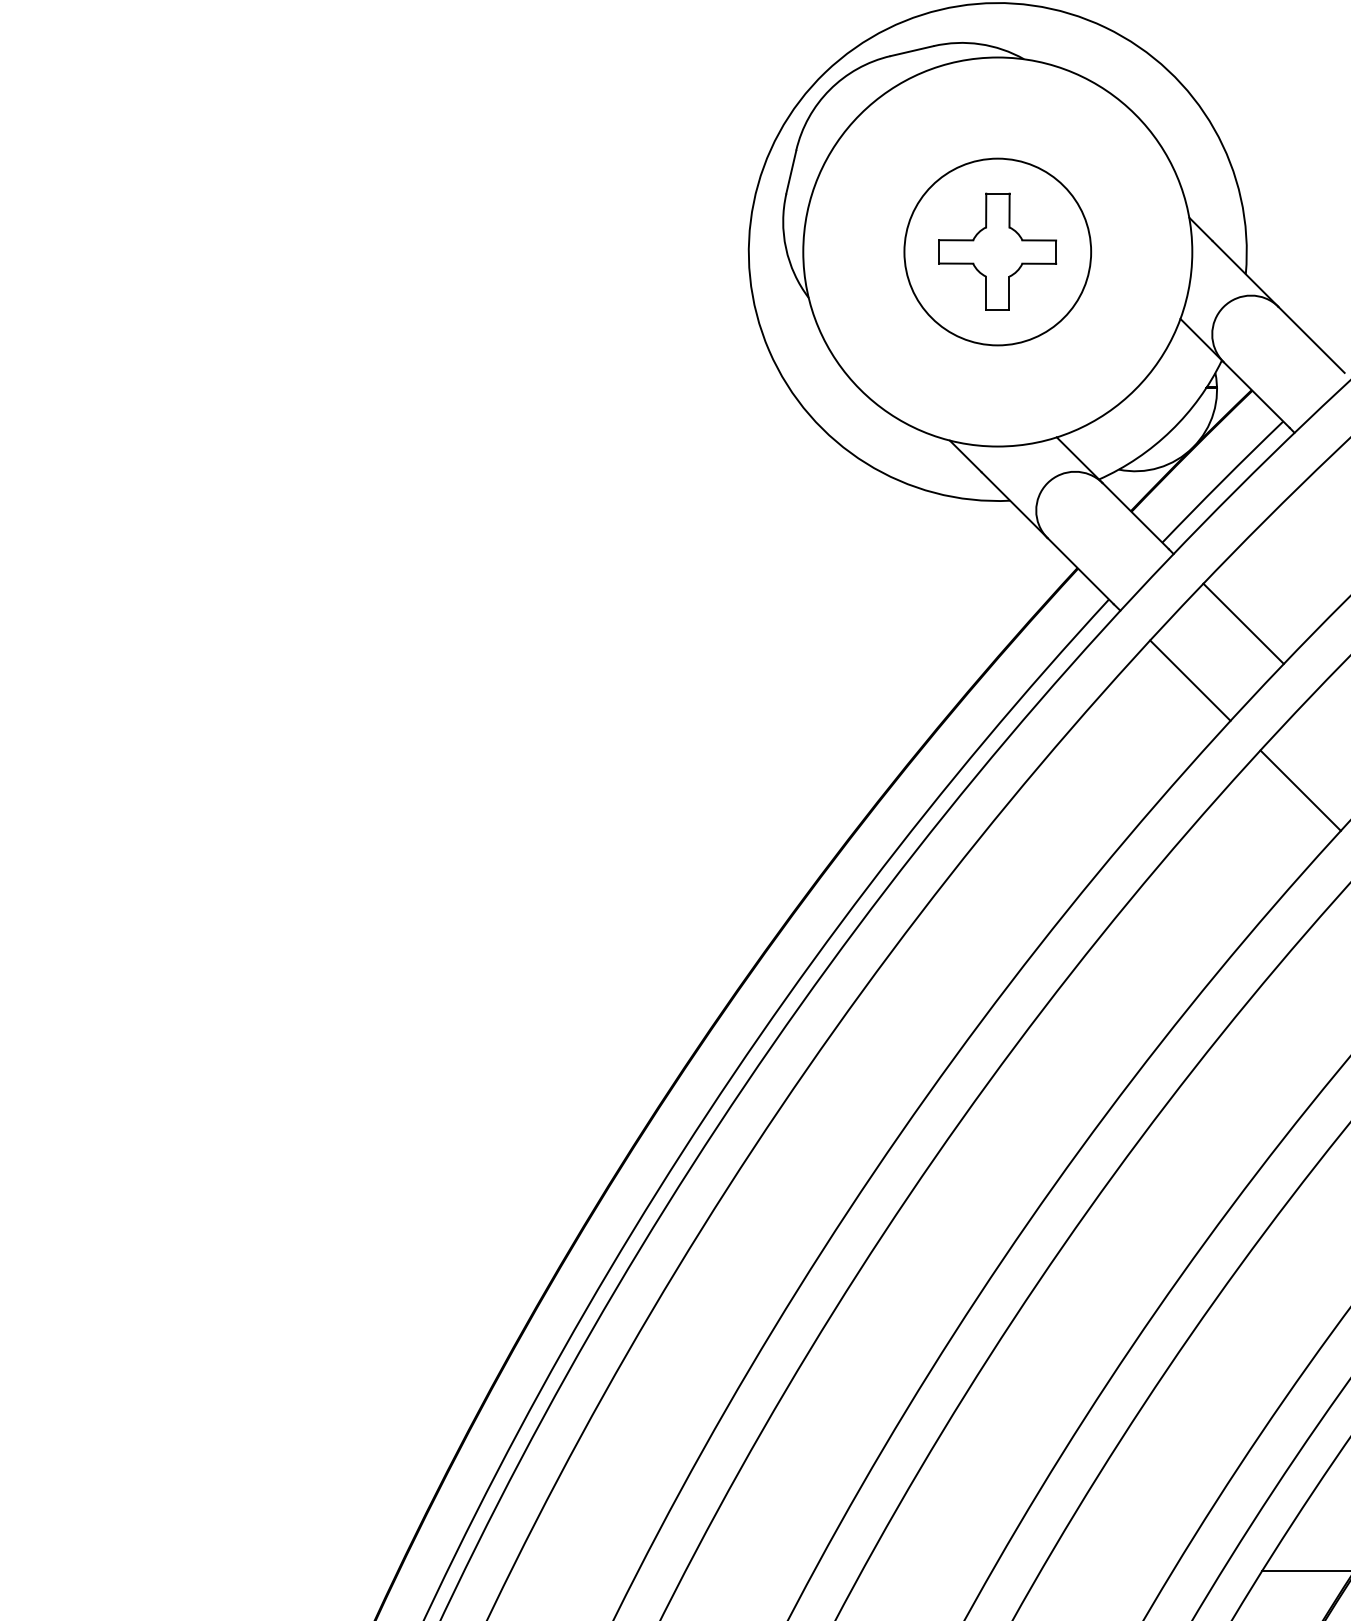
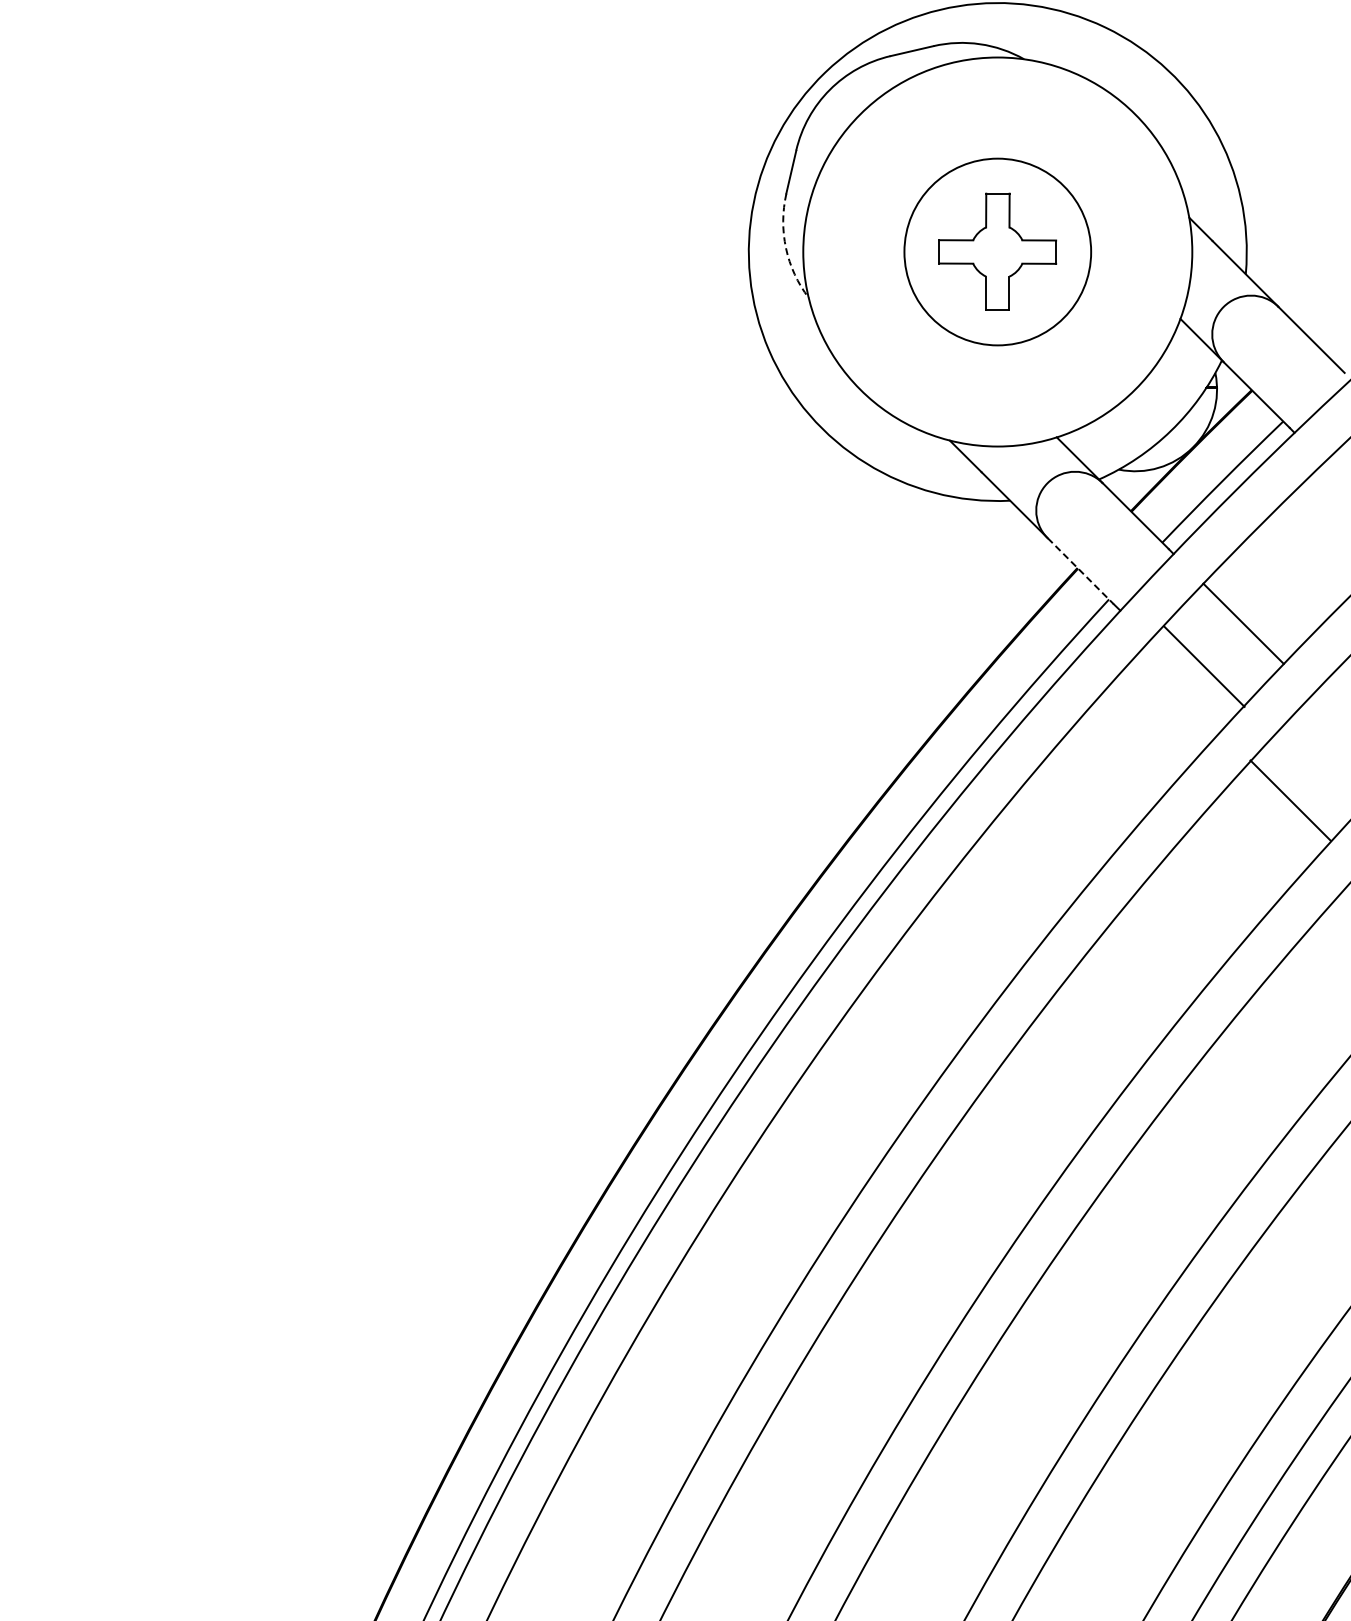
arc at (786, 248): solid -> dashed
line at (1080, 571): solid -> dashed
line at (1190, 680) position: (1190, 680) -> (1204, 666)
line at (1300, 790) position: (1300, 790) -> (1290, 800)
line at (1304, 1570): present -> none
